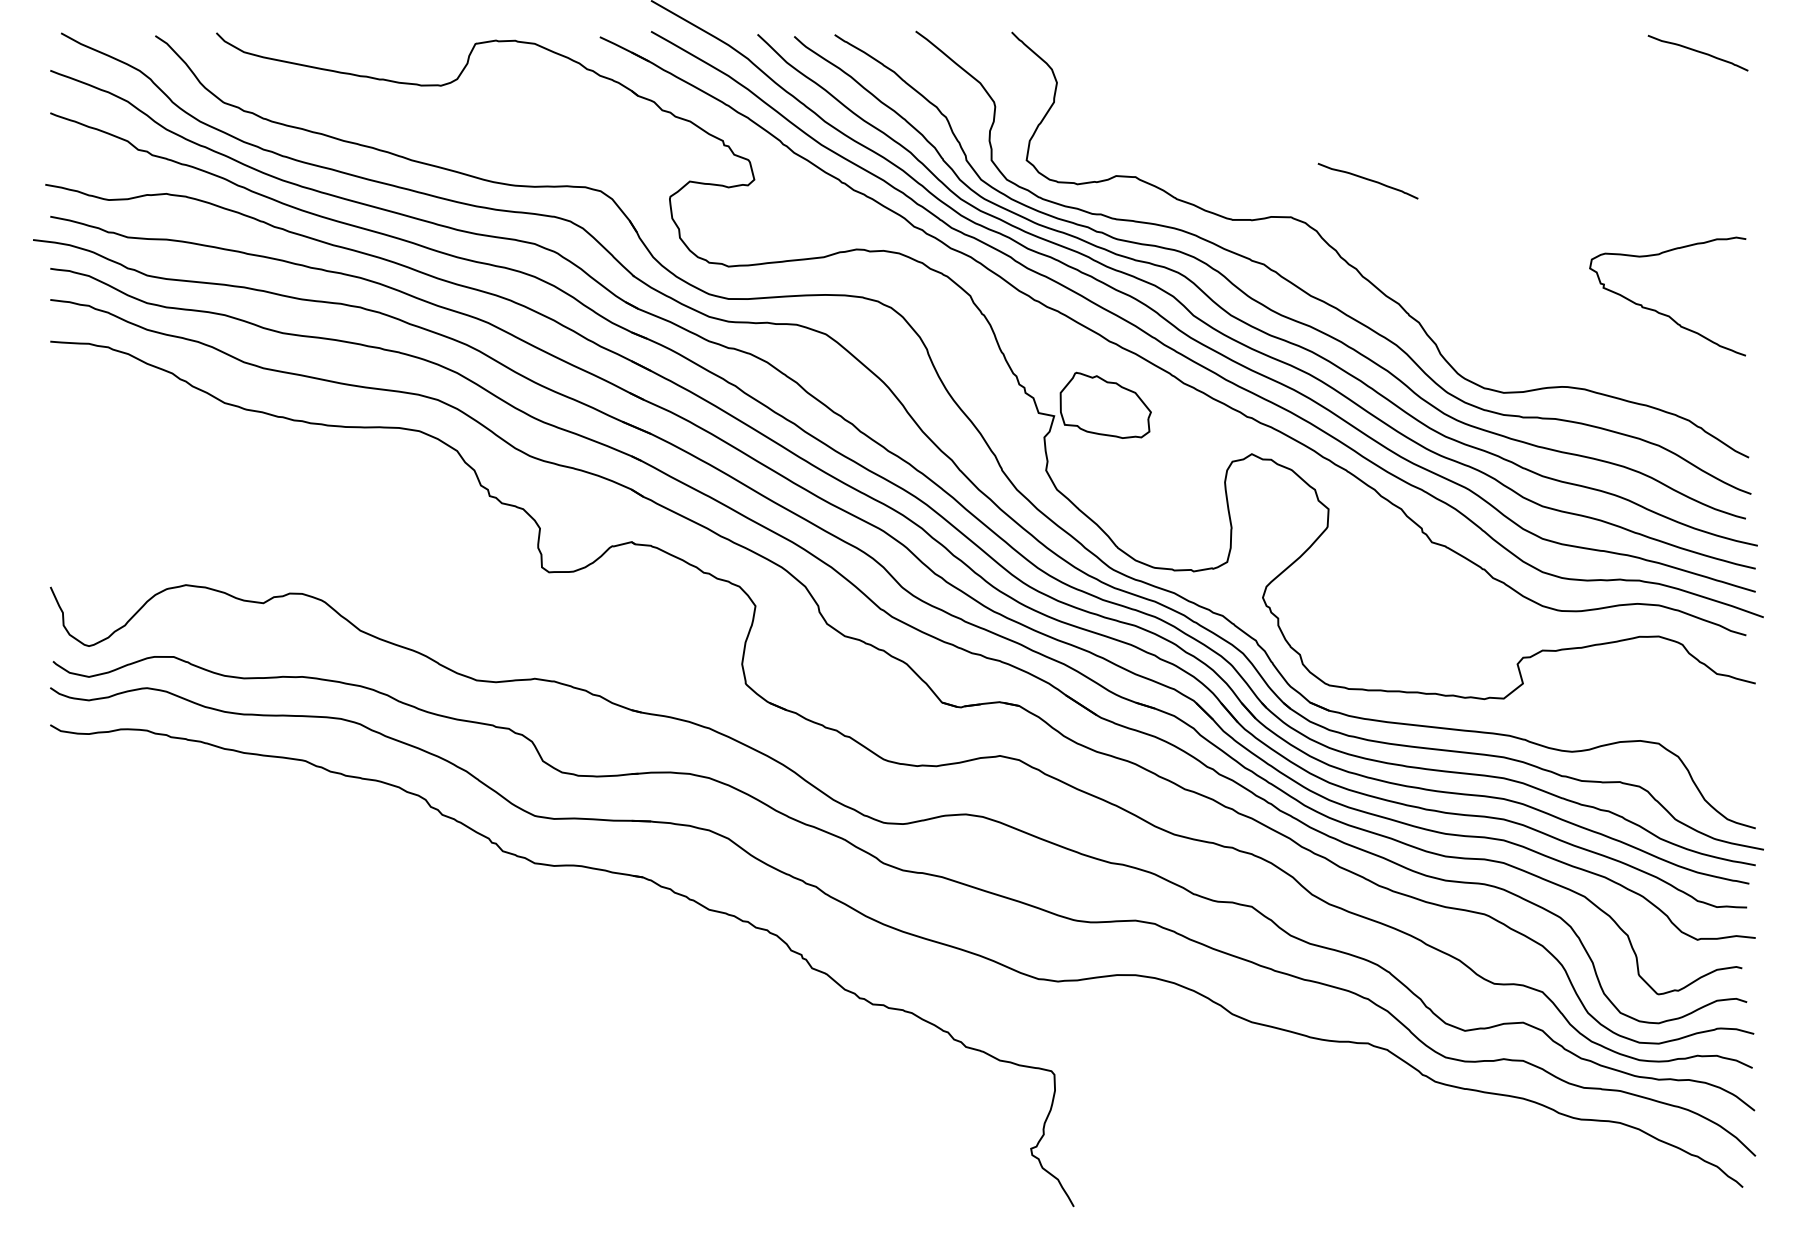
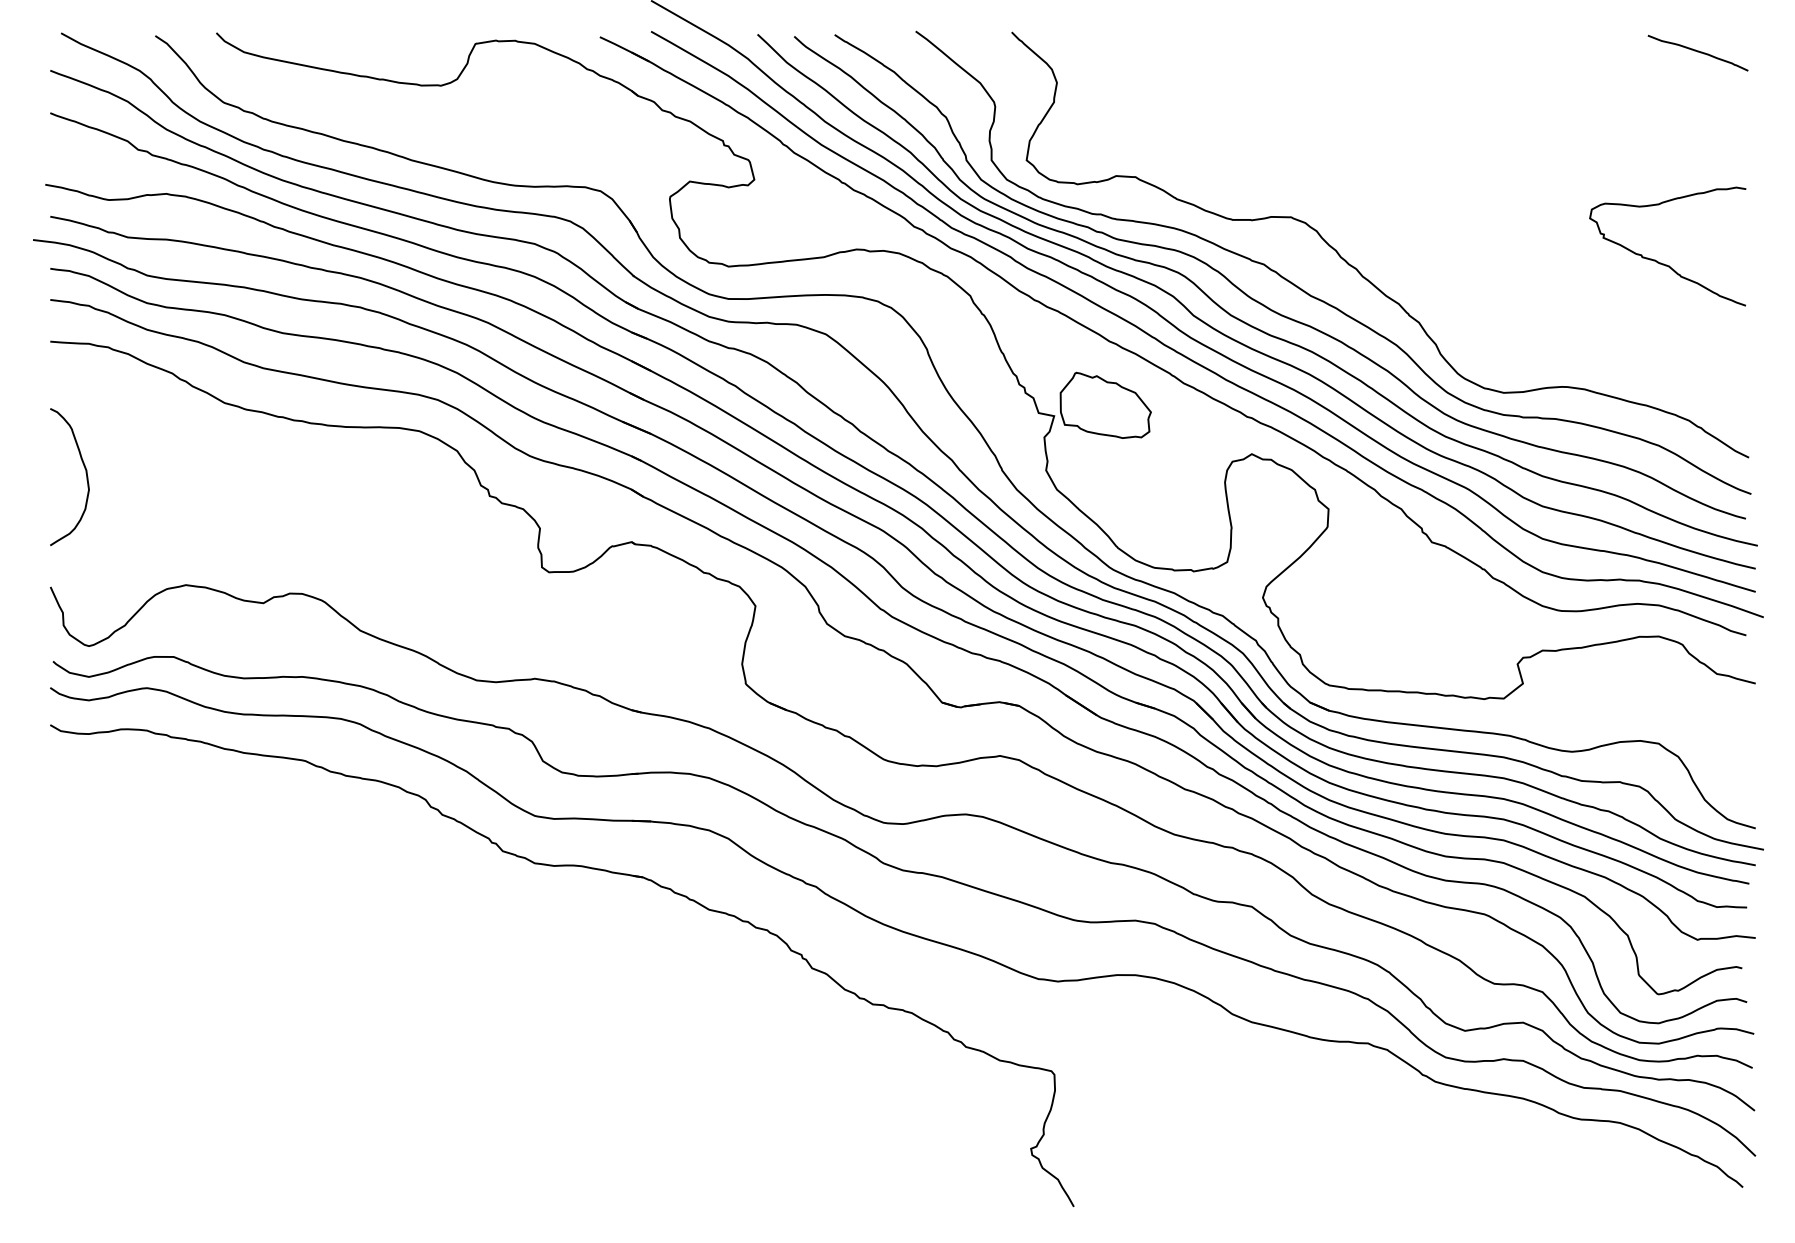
curve at (1367, 180): present -> none
curve at (1661, 312) position: (1661, 312) -> (1661, 262)
curve at (85, 473): none -> present
